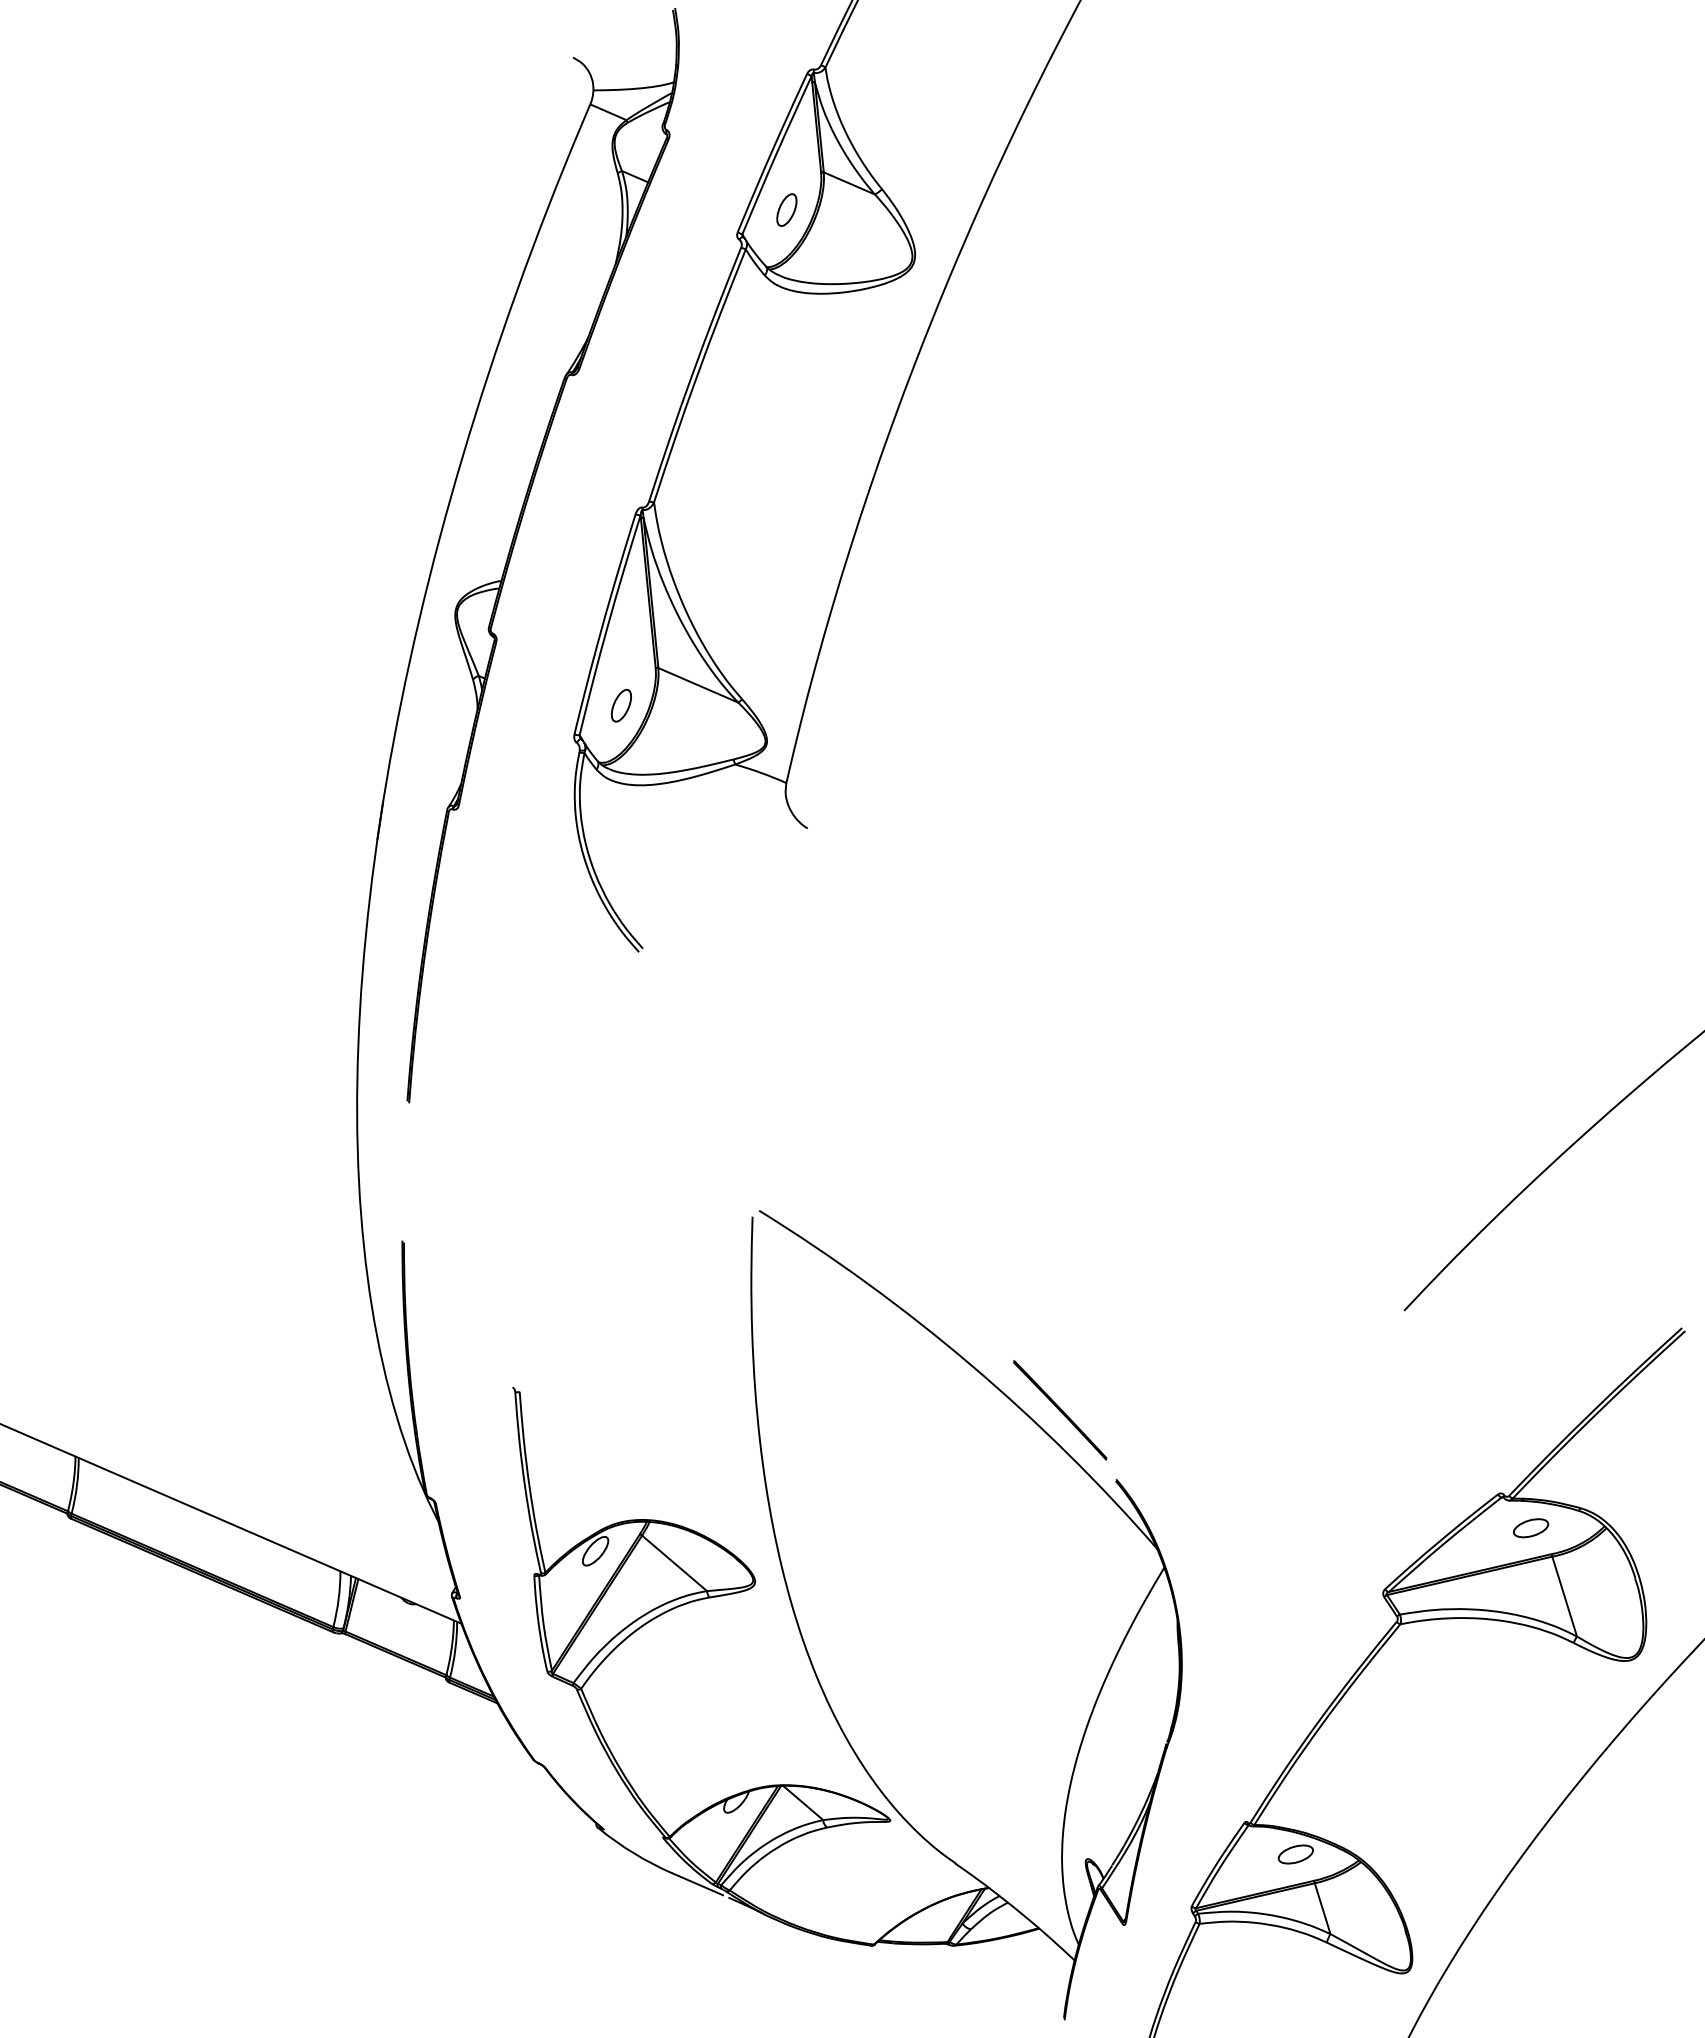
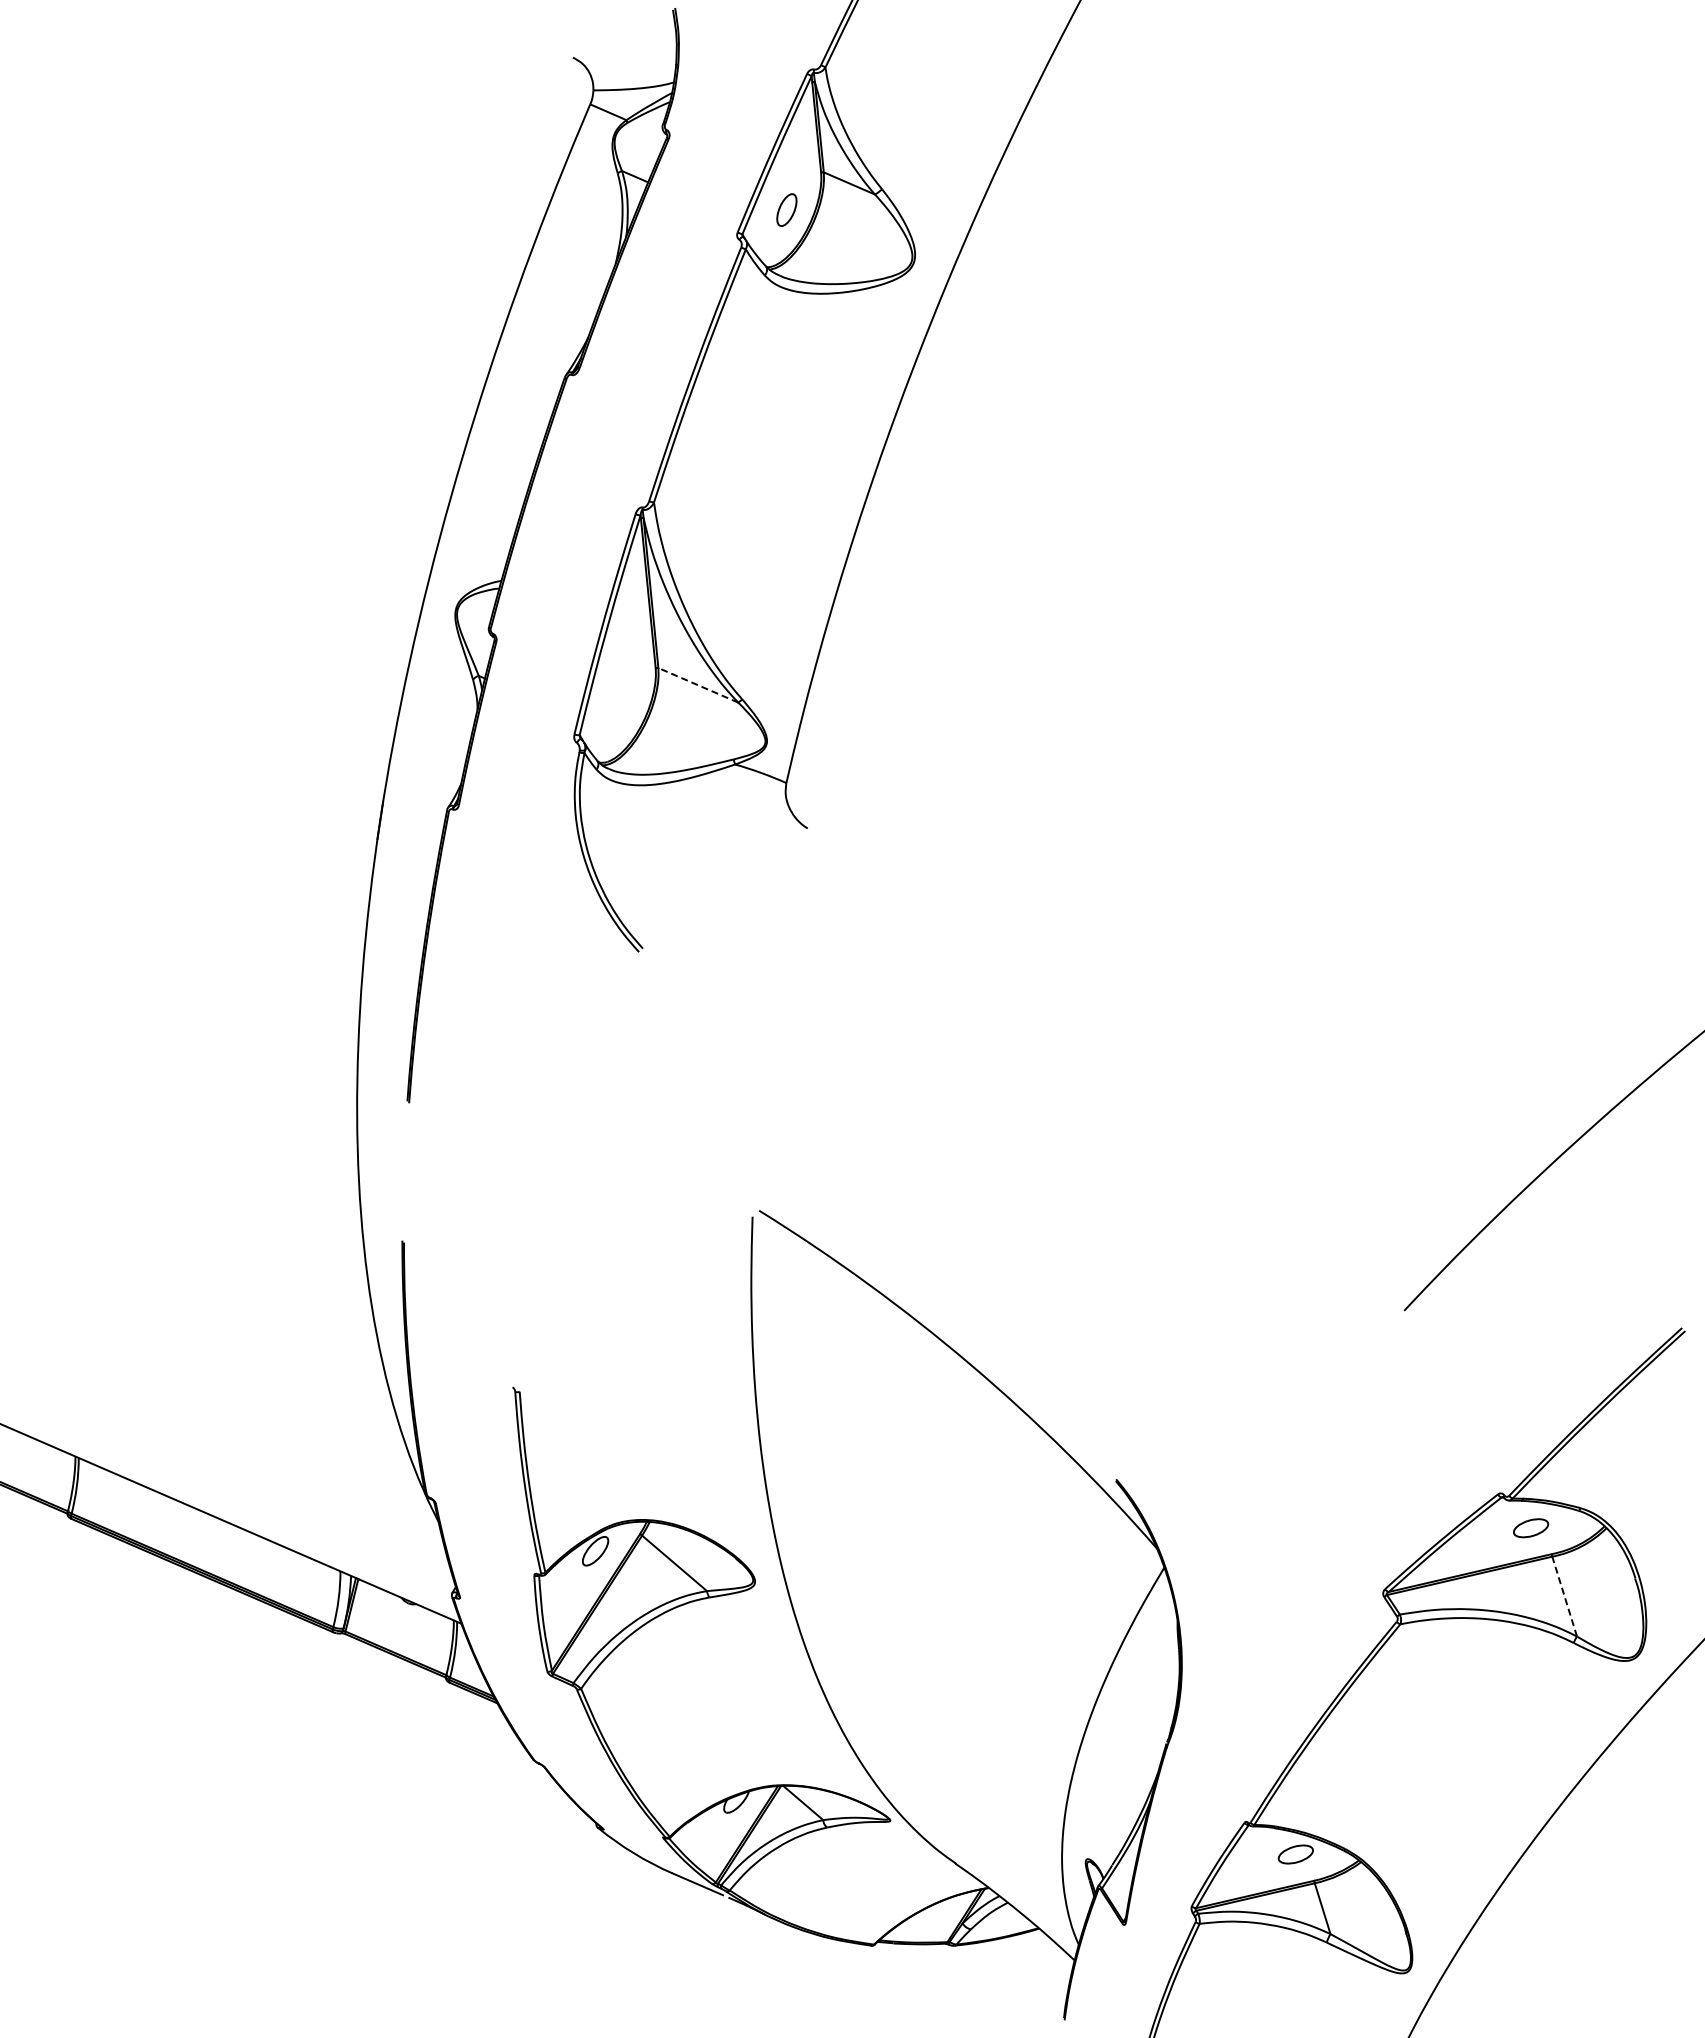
line at (698, 685): solid -> dashed
part at (621, 705): present -> none
line at (1060, 1410): present -> none
line at (1564, 1596): solid -> dashed
